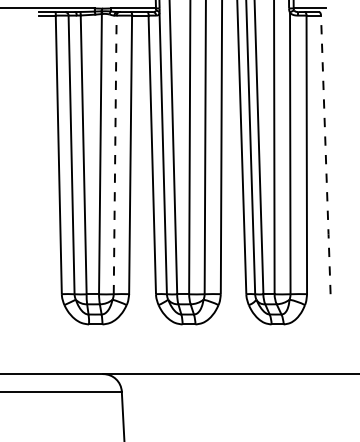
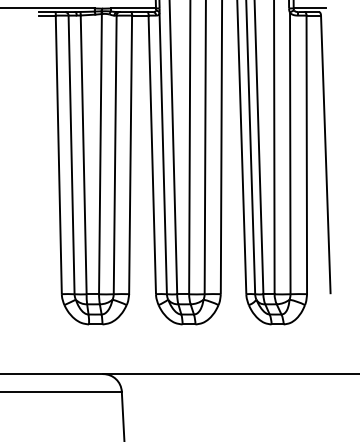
line at (115, 154): dashed -> solid
line at (325, 155): dashed -> solid
